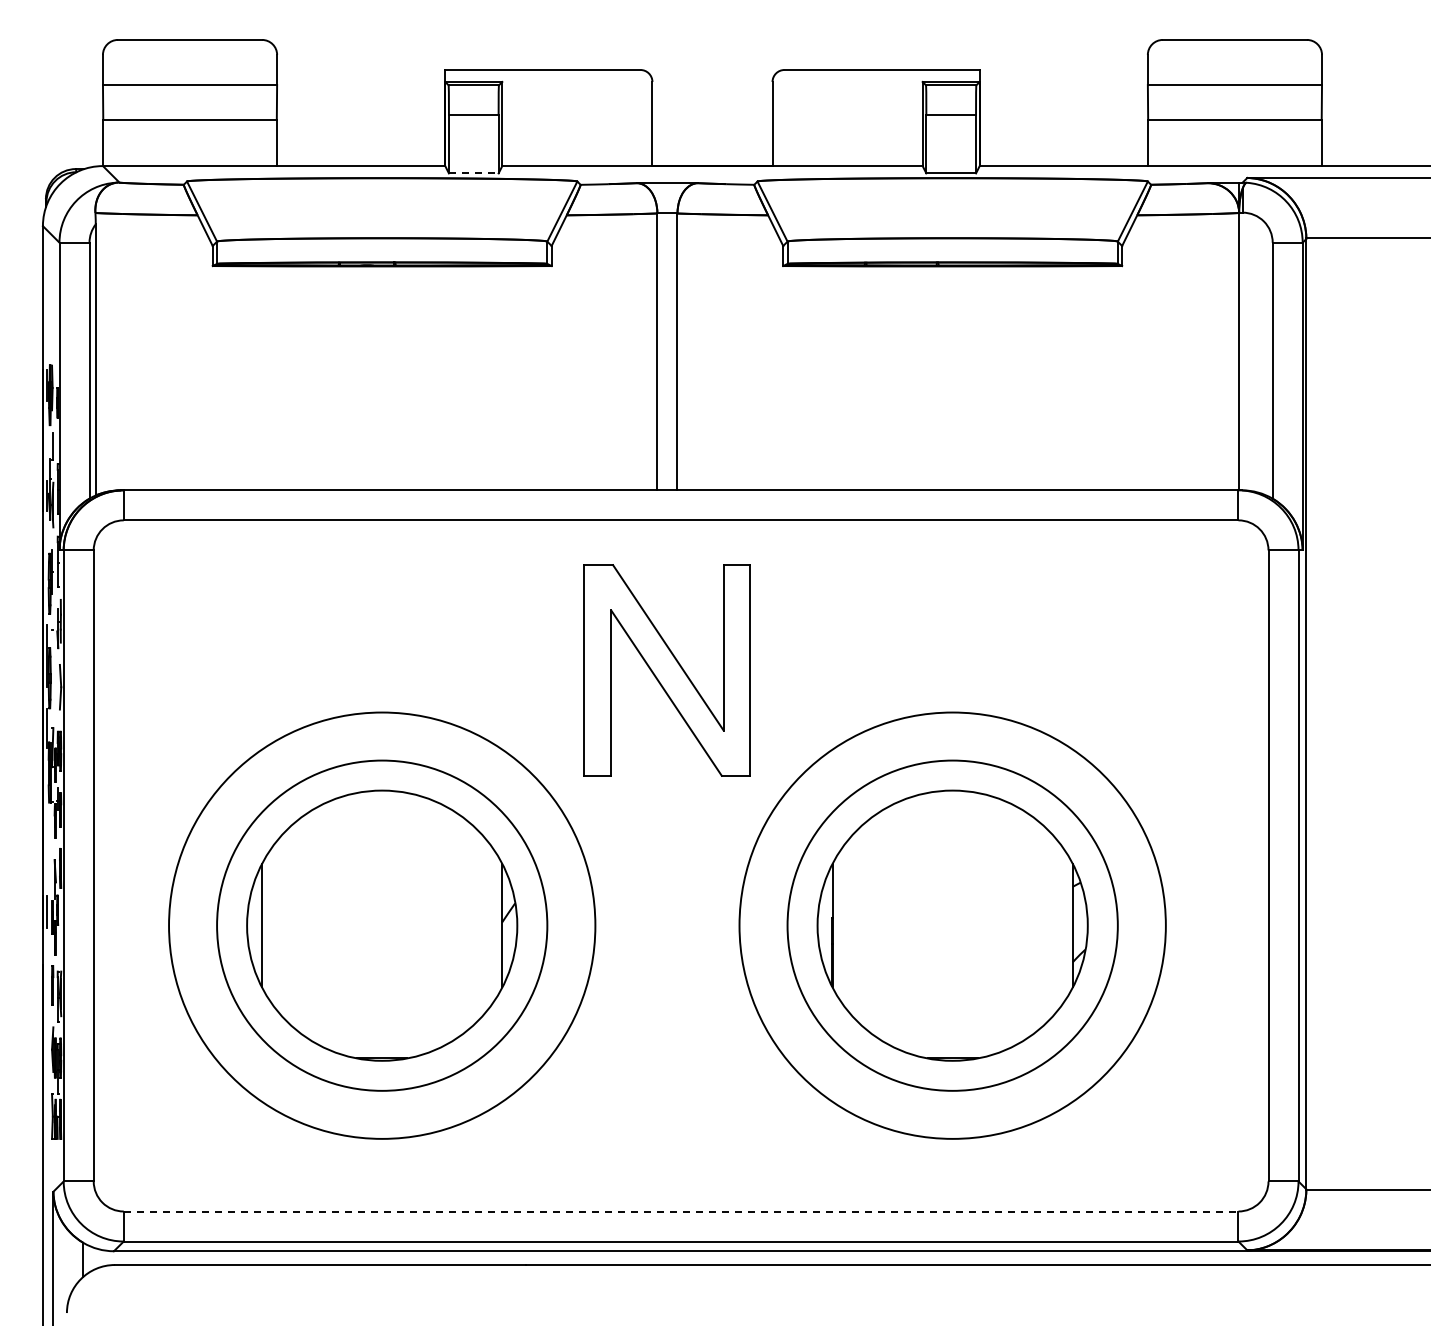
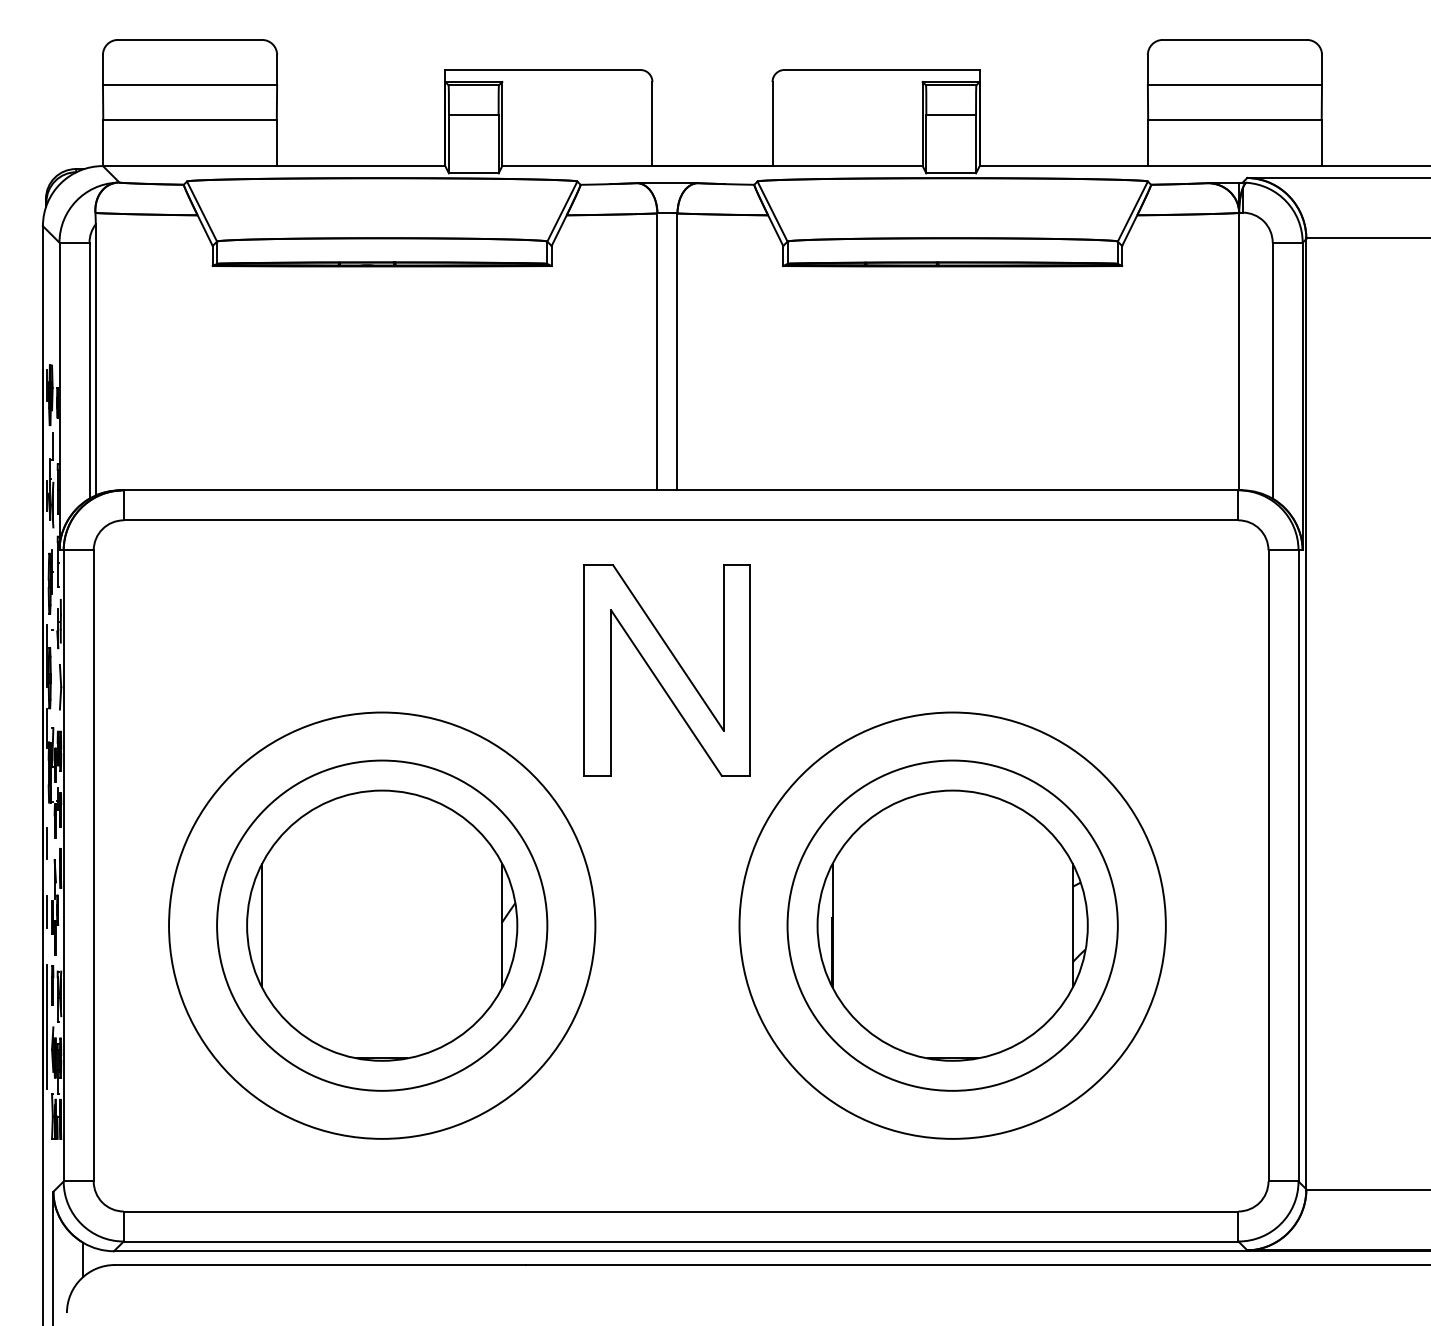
line at (473, 173): dashed -> solid
line at (47, 843): none -> present
line at (47, 1026): none -> present
line at (681, 1211): dashed -> solid
